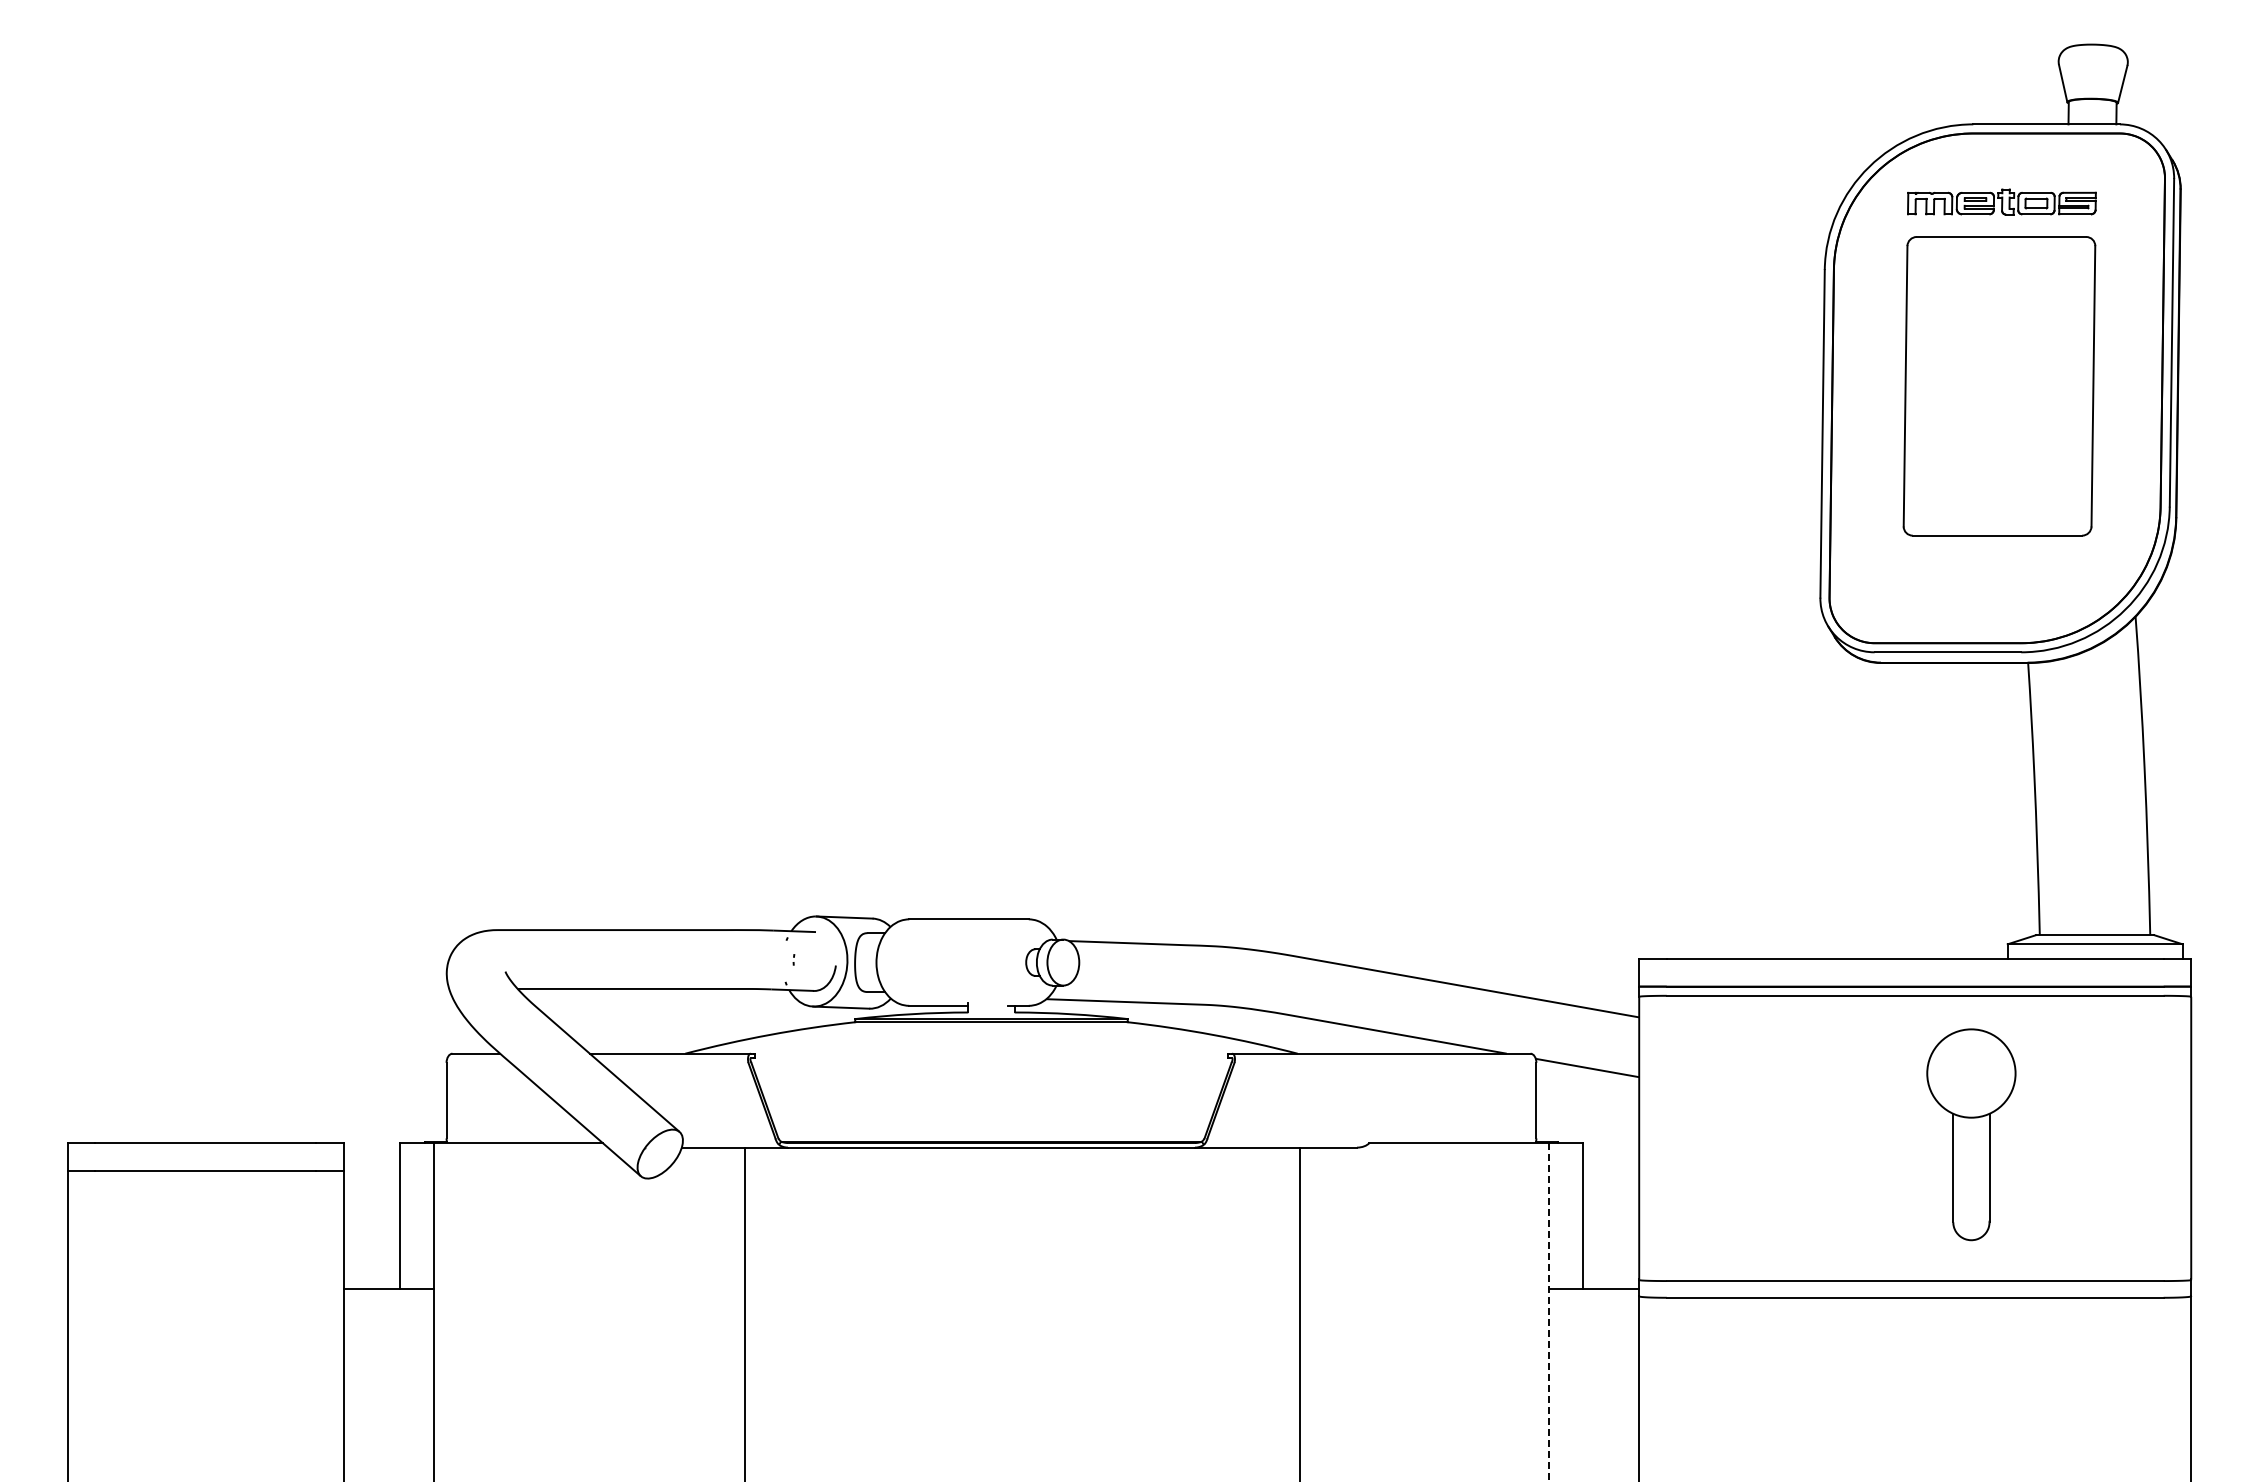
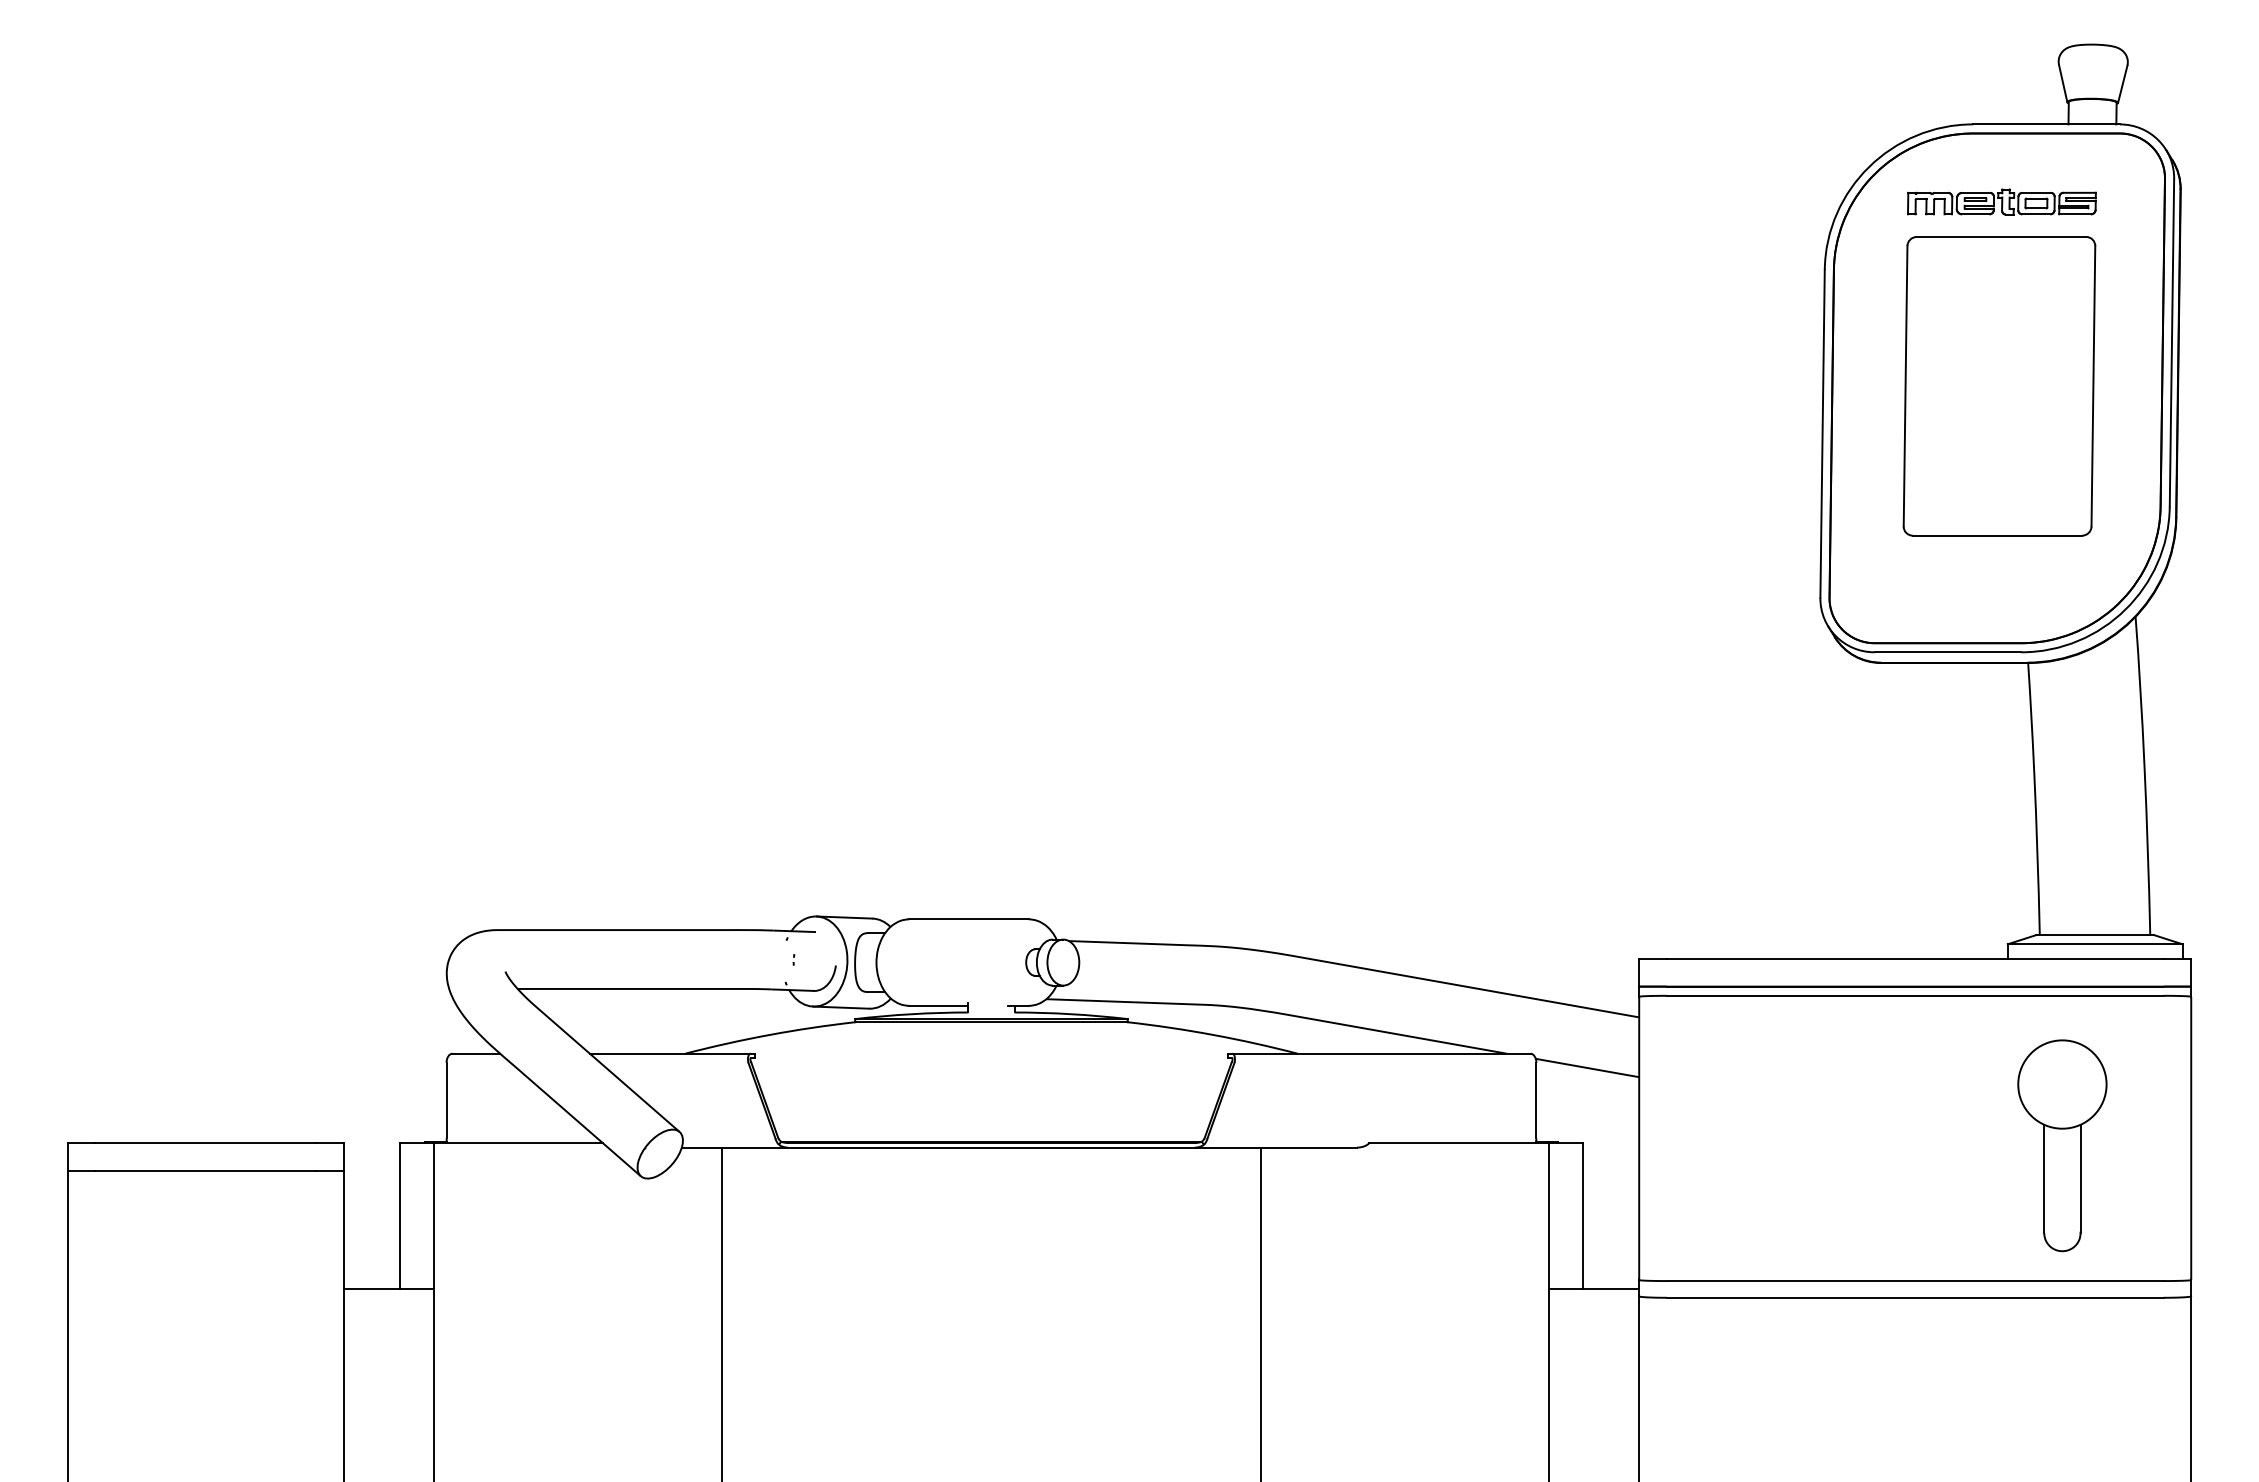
part at (1971, 1134) position: (1971, 1134) -> (2062, 1145)
line at (745, 1312) position: (745, 1312) -> (722, 1312)
line at (1299, 1312) position: (1299, 1312) -> (1260, 1312)
line at (1548, 1312): dashed -> solid
